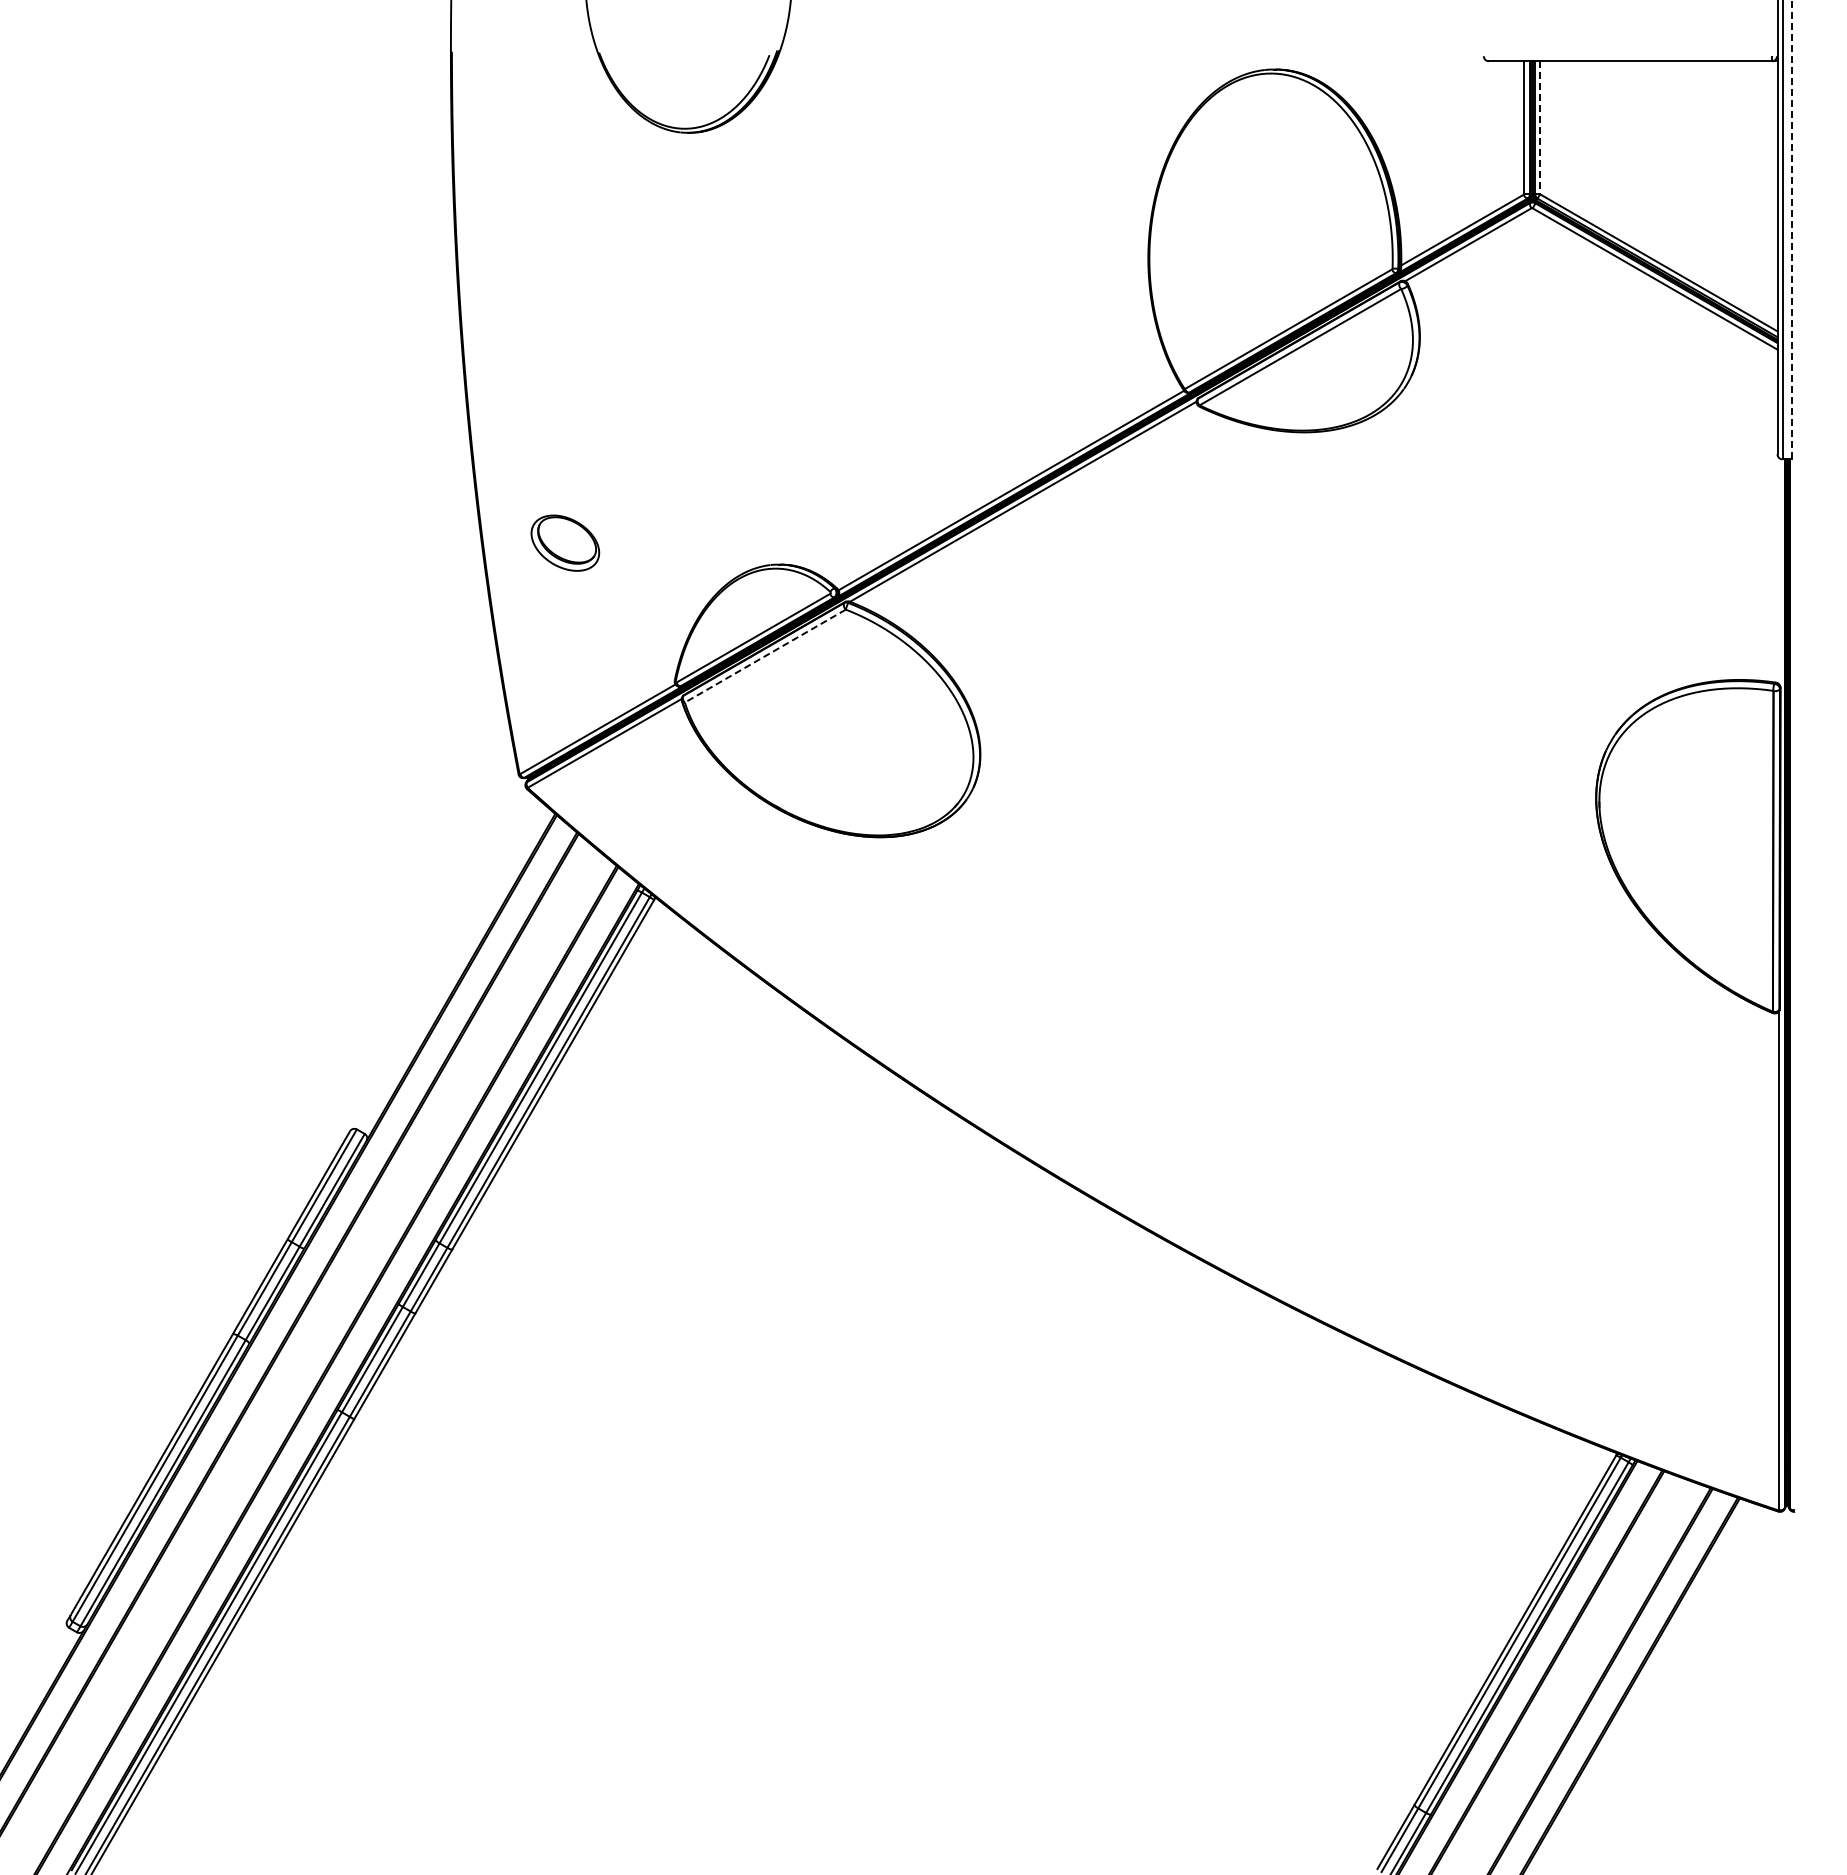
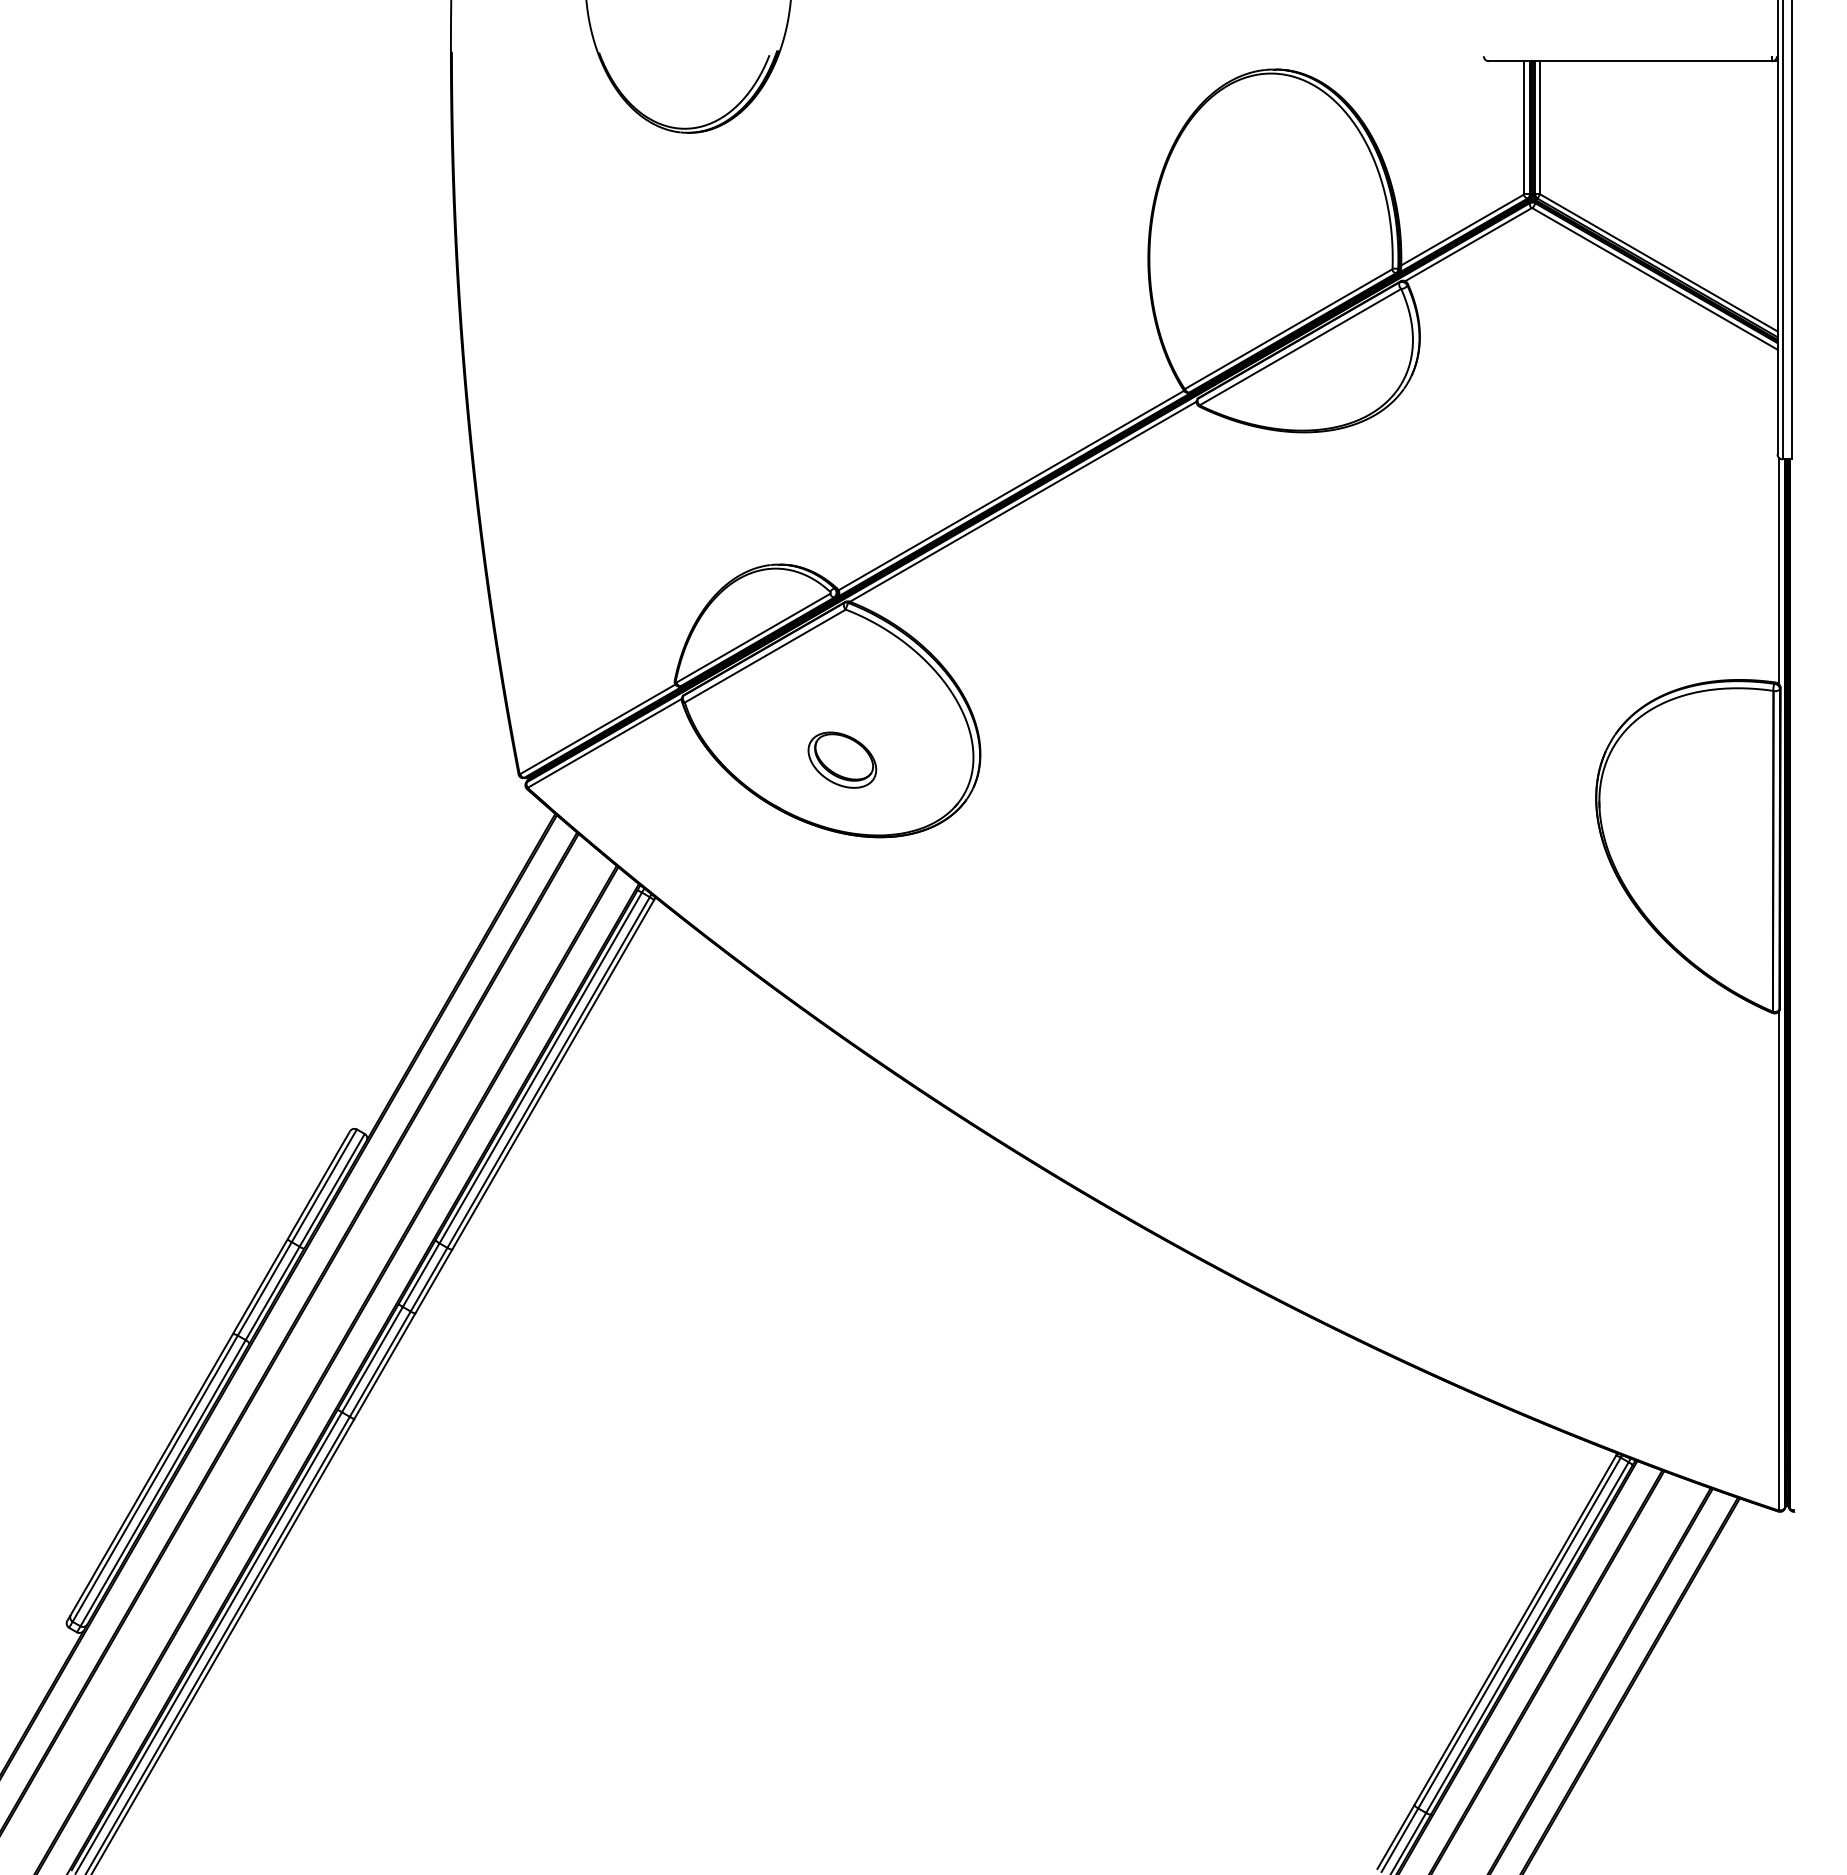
line at (1540, 127): dashed -> solid
line at (1791, 229): dashed -> solid
part at (565, 542) position: (565, 542) -> (842, 759)
line at (1779, 571): none -> present
line at (765, 656): dashed -> solid
